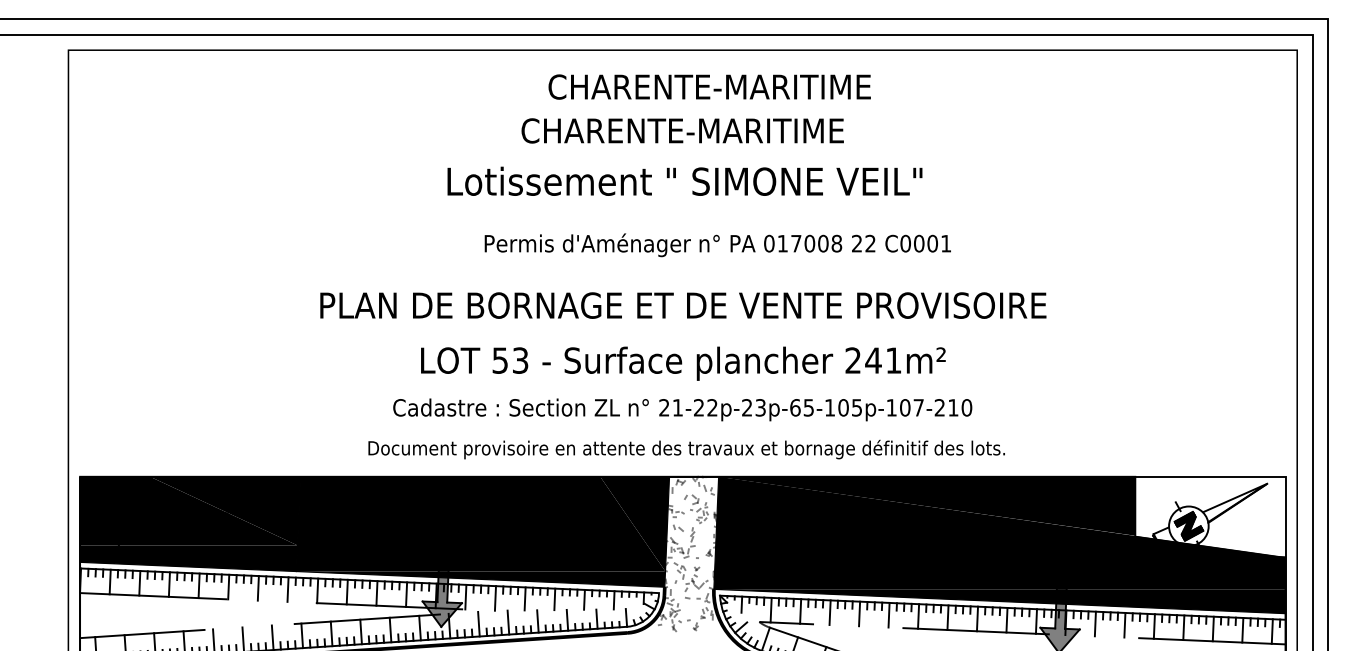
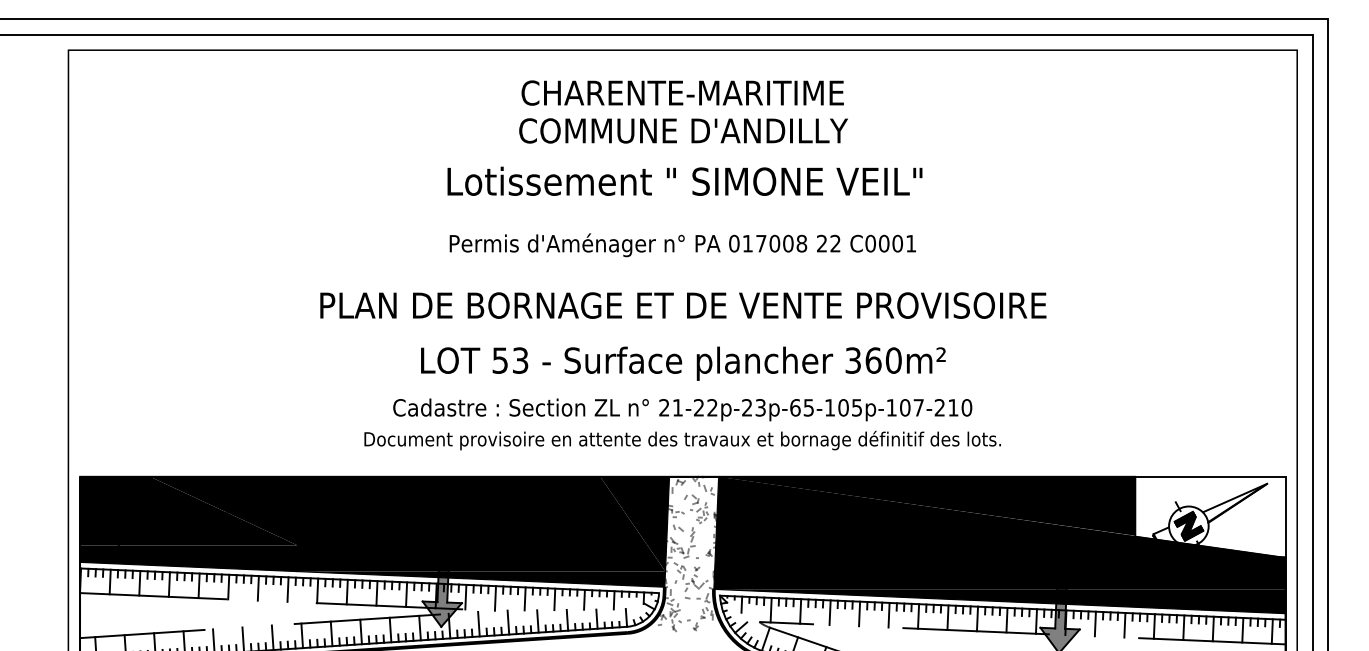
text at (709, 86) position: (709, 86) -> (682, 92)
text at (683, 130): CHARENTE-MARITIME -> COMMUNE D'ANDILLY
text at (717, 245) position: (717, 245) -> (682, 245)
text at (873, 360): 241m² -> 360m²
text at (686, 449) position: (686, 449) -> (682, 440)
